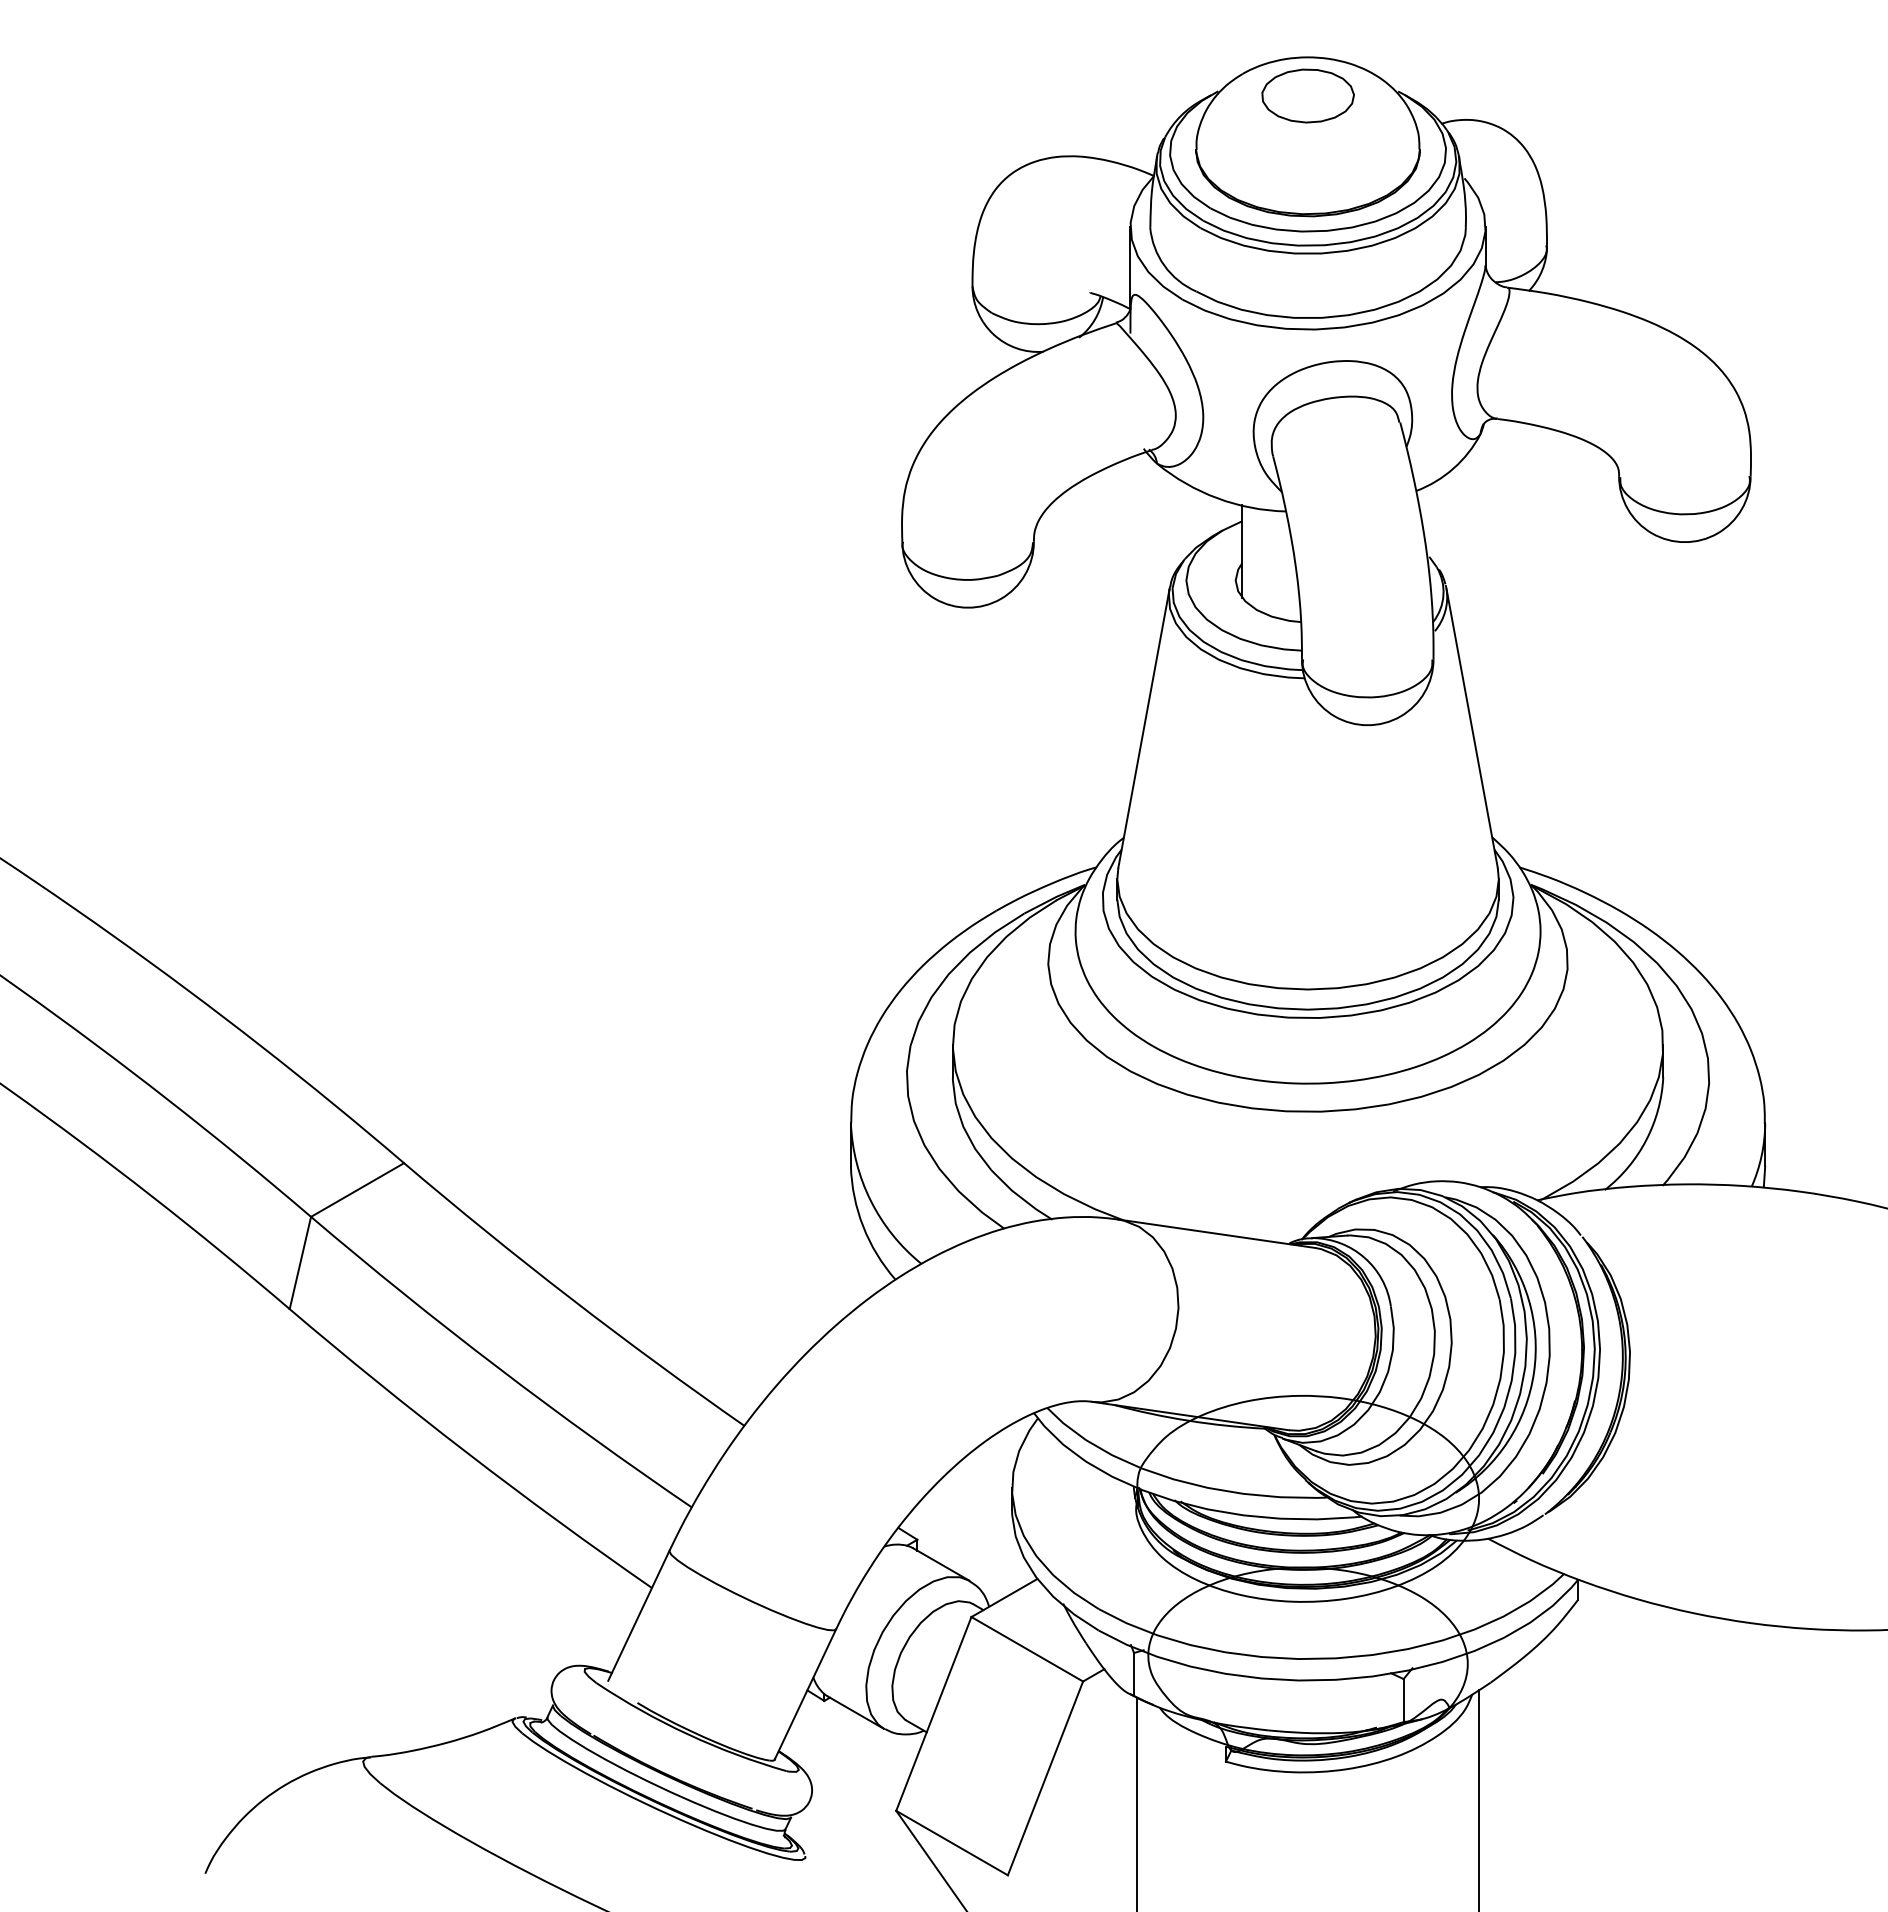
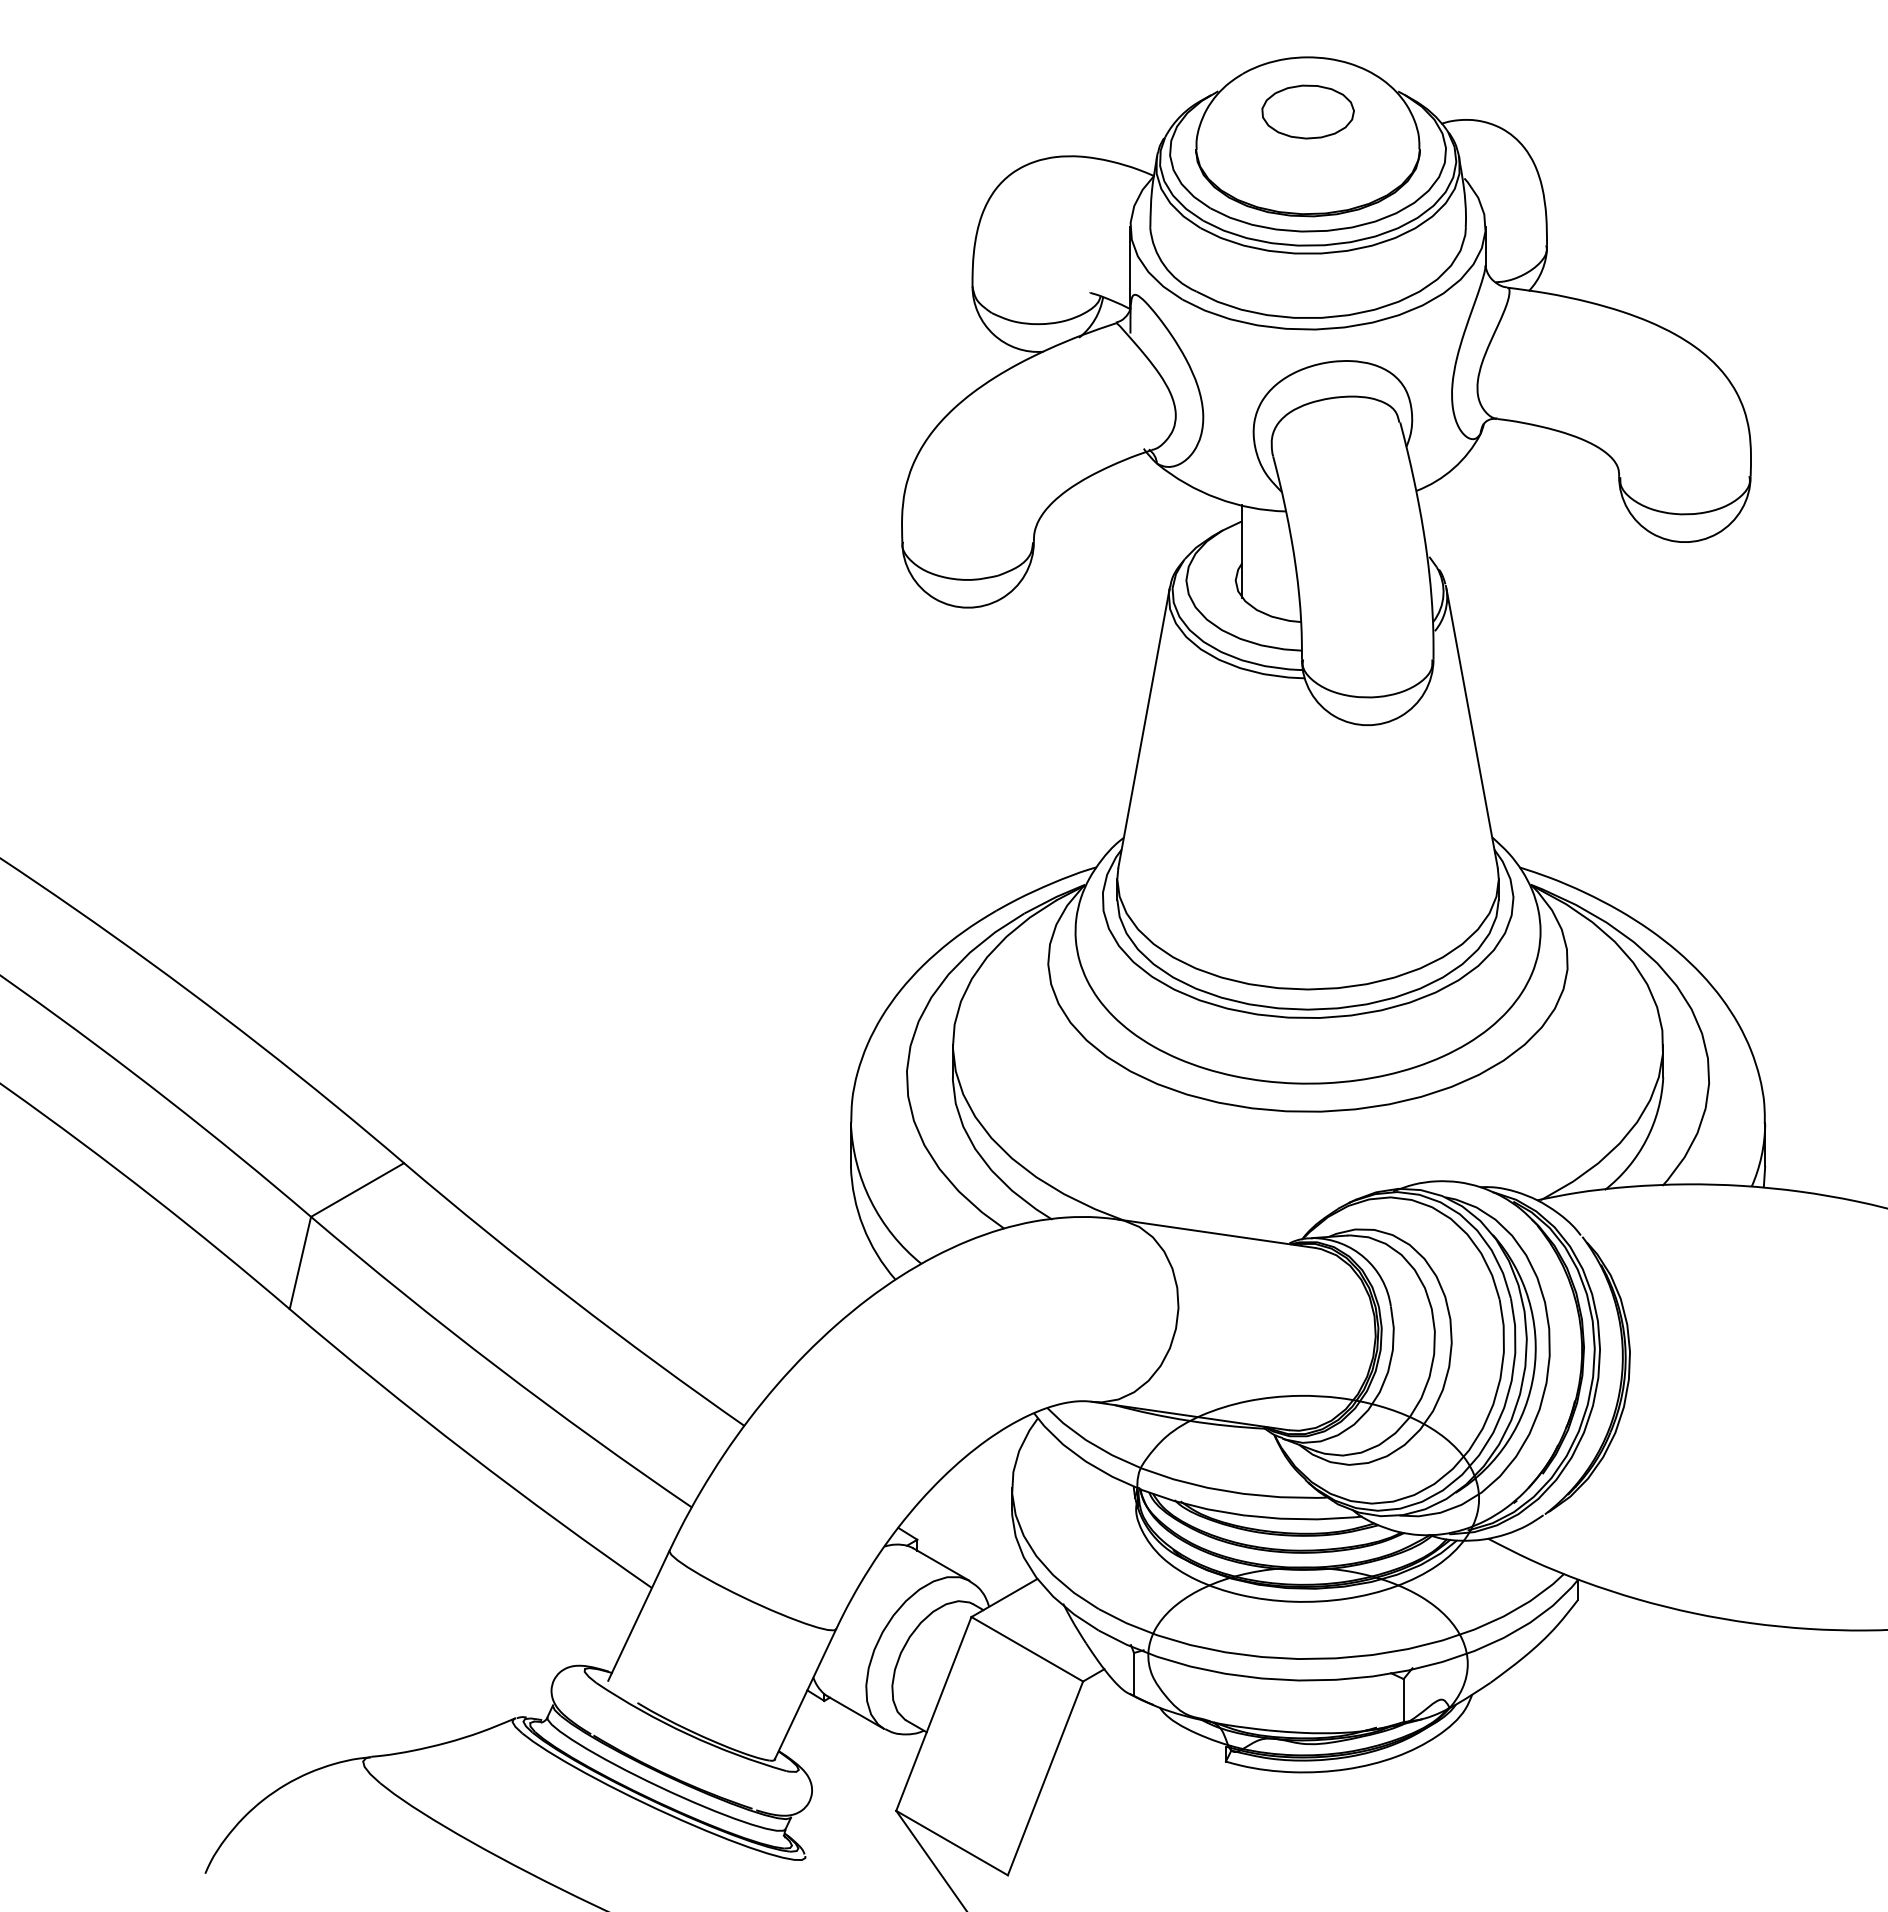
part at (1307, 95) position: (1307, 95) -> (1307, 111)
line at (1479, 1799): present -> none
line at (1137, 1802): present -> none
